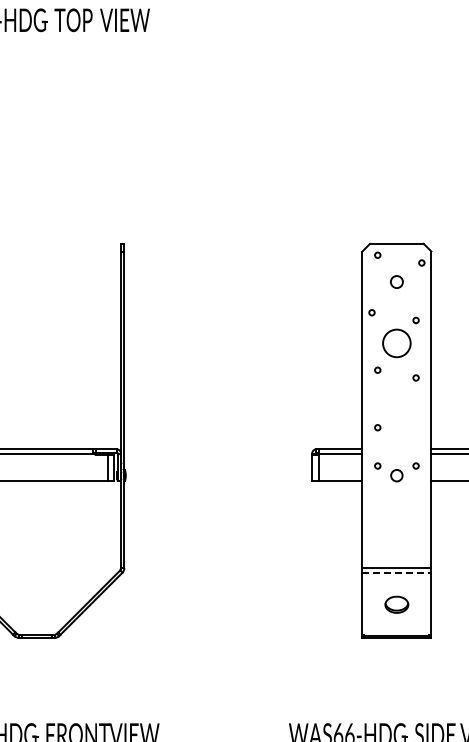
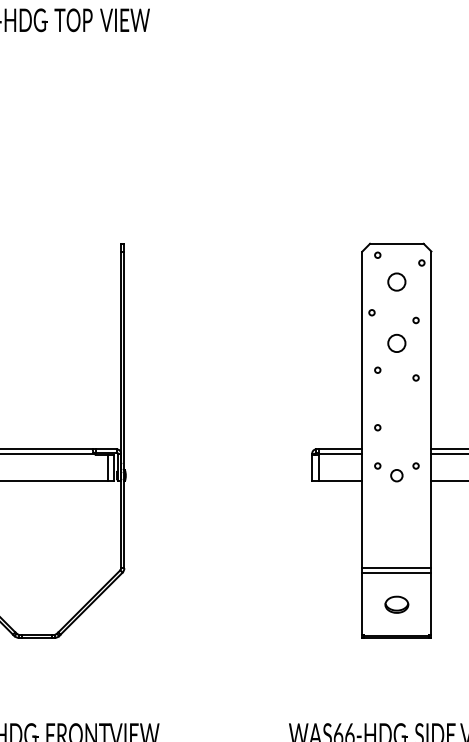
circle at (396, 281) size: 14x14 px -> 20x20 px
circle at (396, 343) diameter: 28 px -> 17 px
line at (397, 572): dashed -> solid
